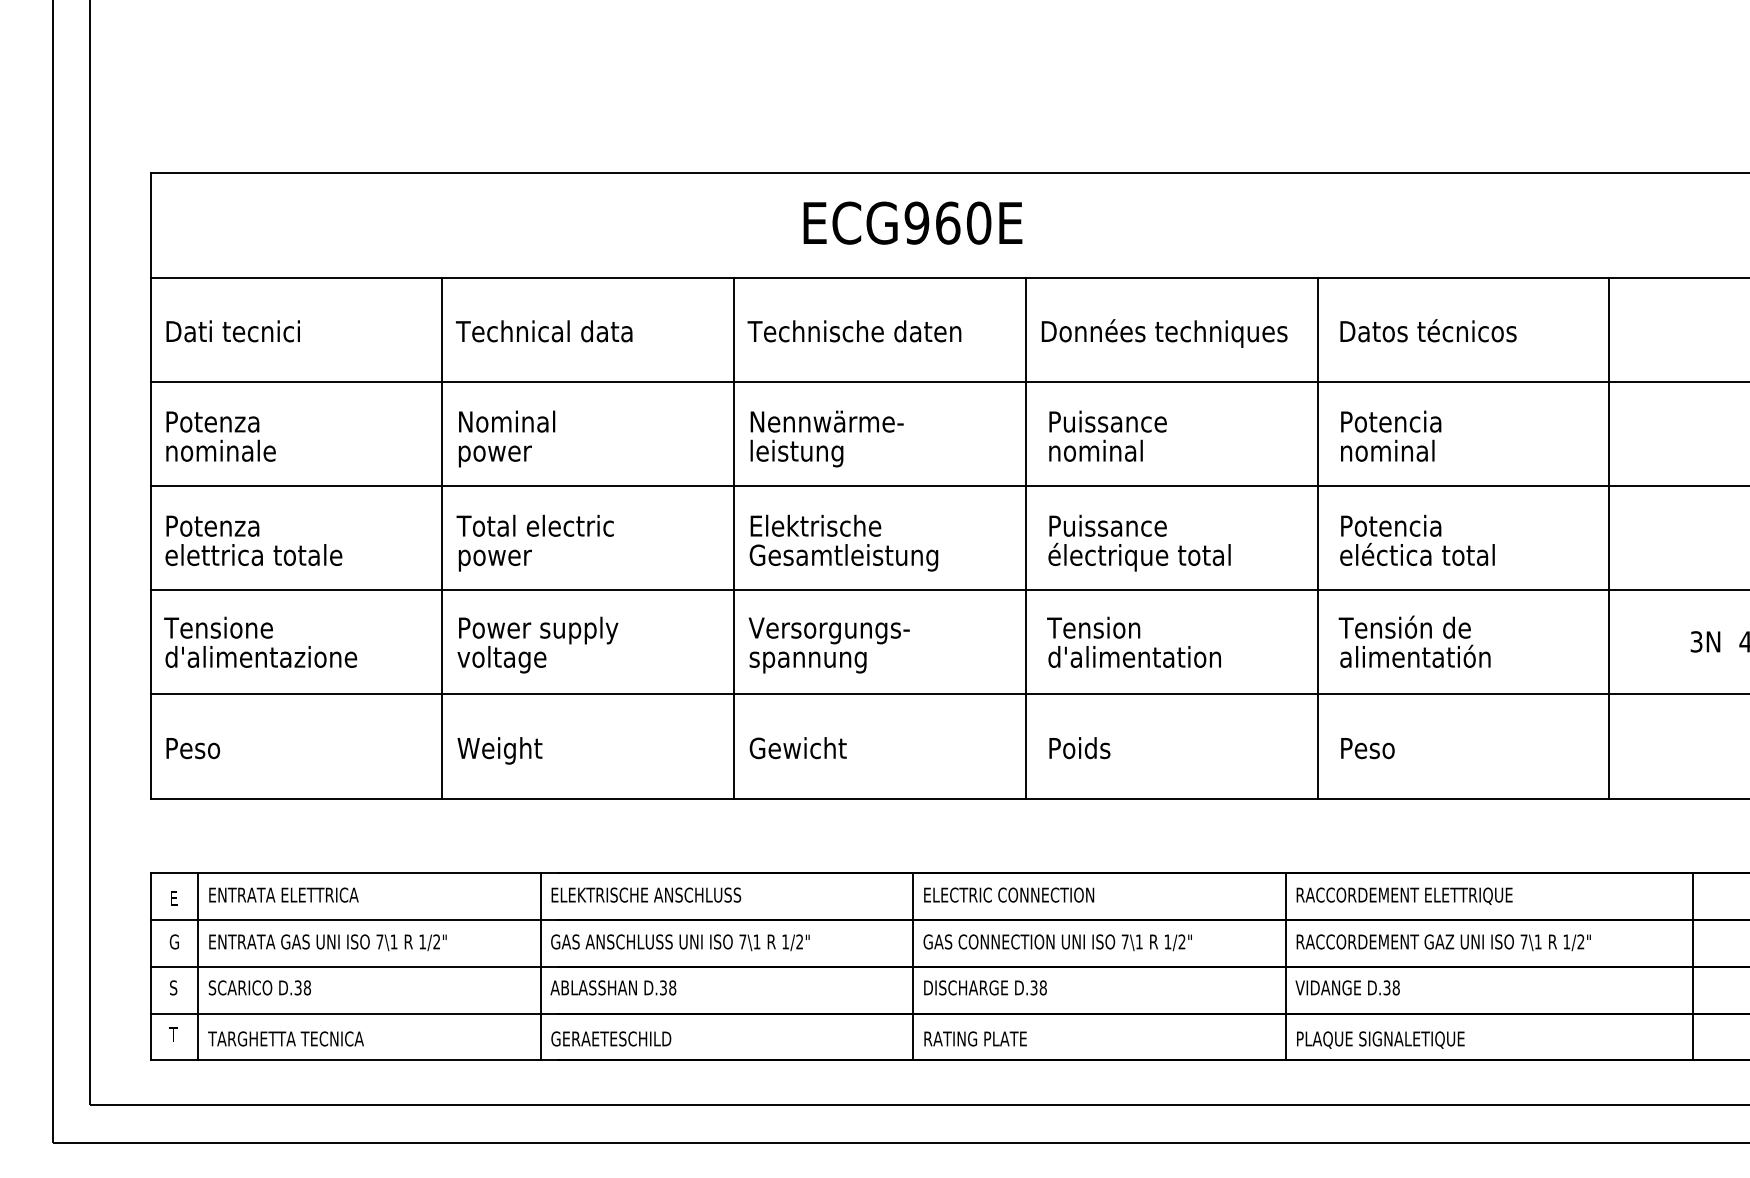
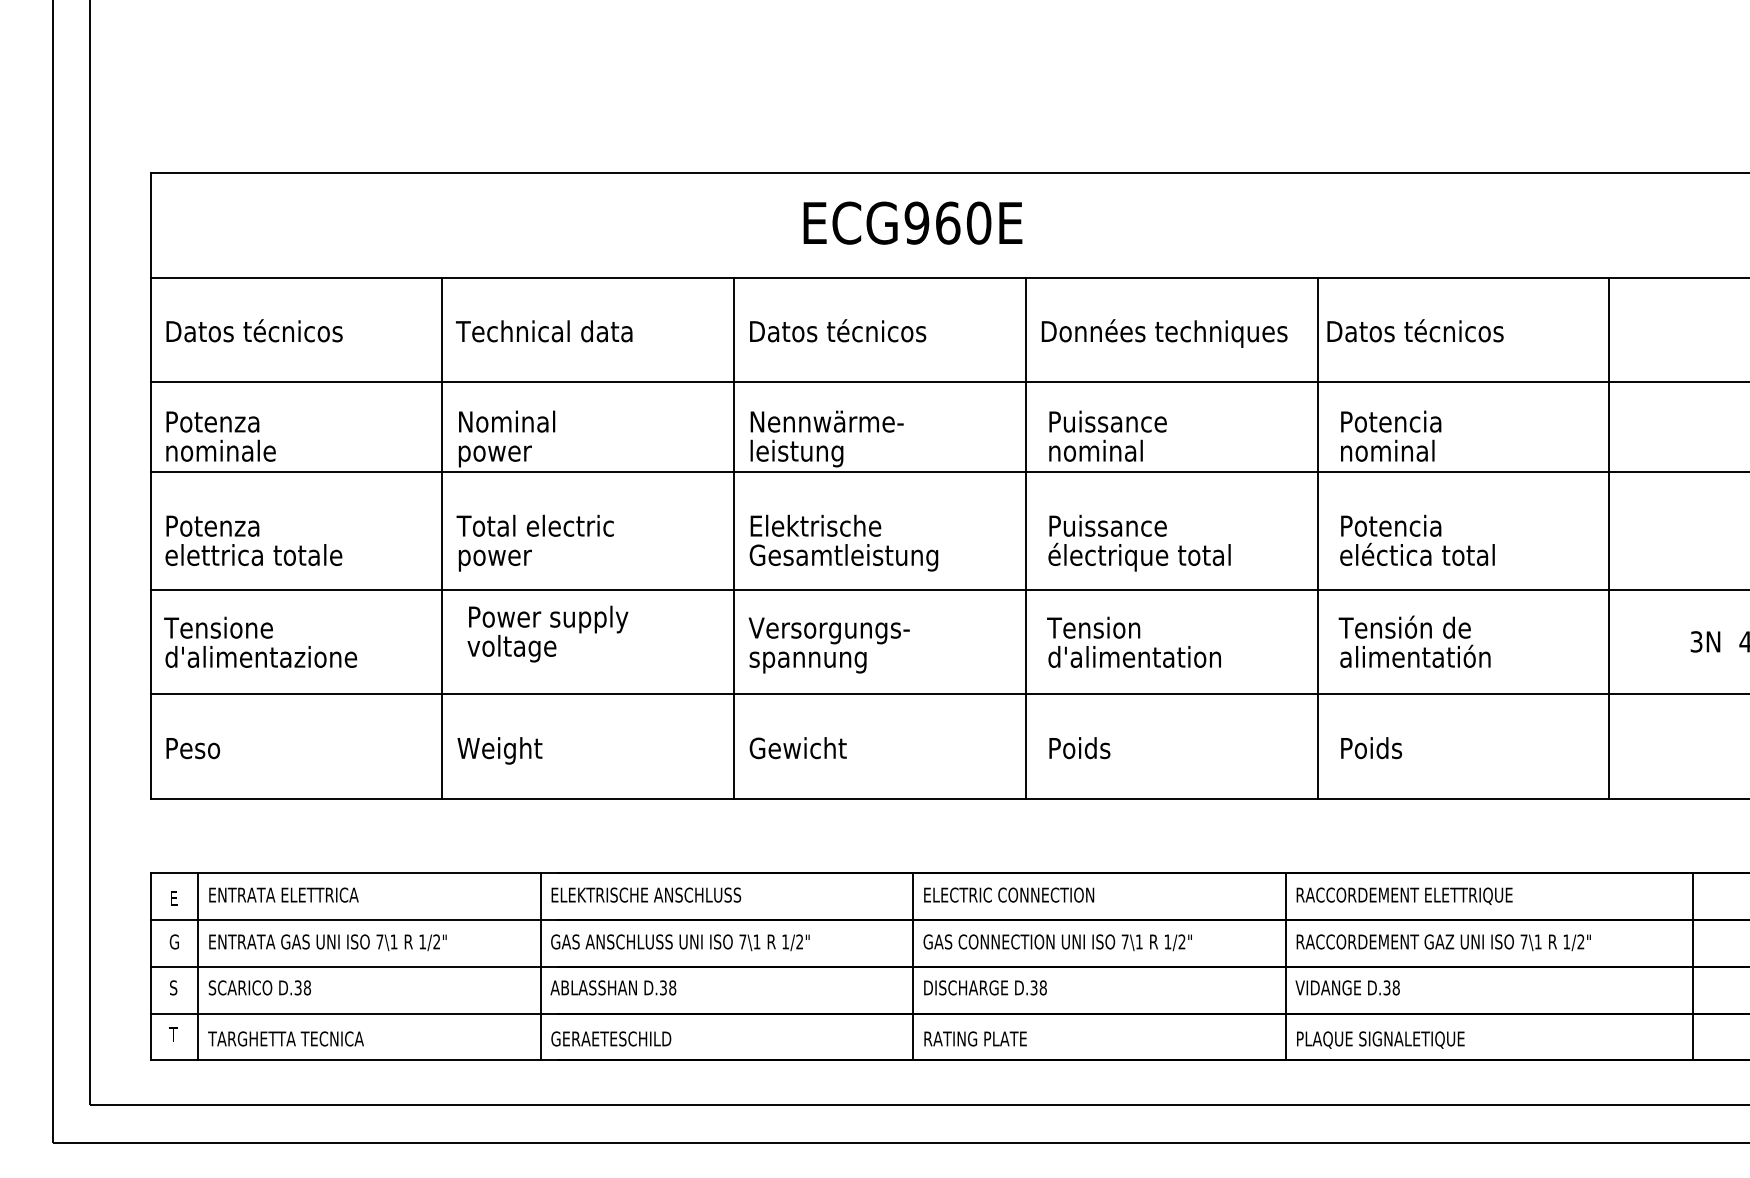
text at (275, 330): Dati tecnici -> Datos técnicos
text at (854, 330): Technische daten -> Datos técnicos
text at (1428, 330) position: (1428, 330) -> (1415, 330)
line at (948, 485) position: (948, 485) -> (948, 471)
text at (537, 644) position: (537, 644) -> (547, 633)
text at (1378, 748): Peso -> Poids
